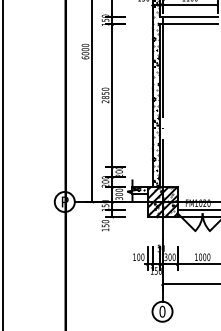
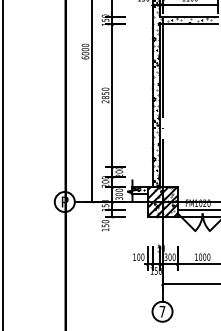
hatch at (186, 20): none -> present
text at (162, 311): 0 -> 7
